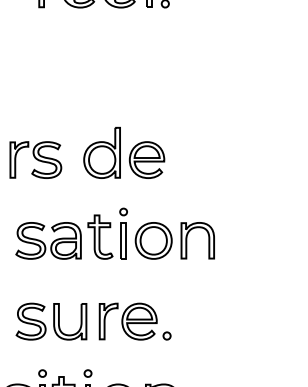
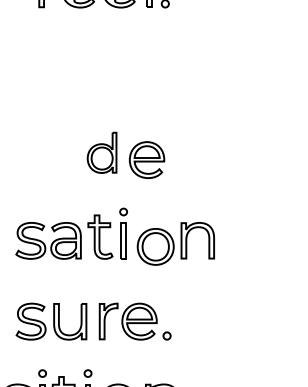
part at (101, 152) size: 38x53 px -> 32x43 px
part at (35, 159): present -> none
part at (153, 240) position: (153, 240) -> (155, 246)
